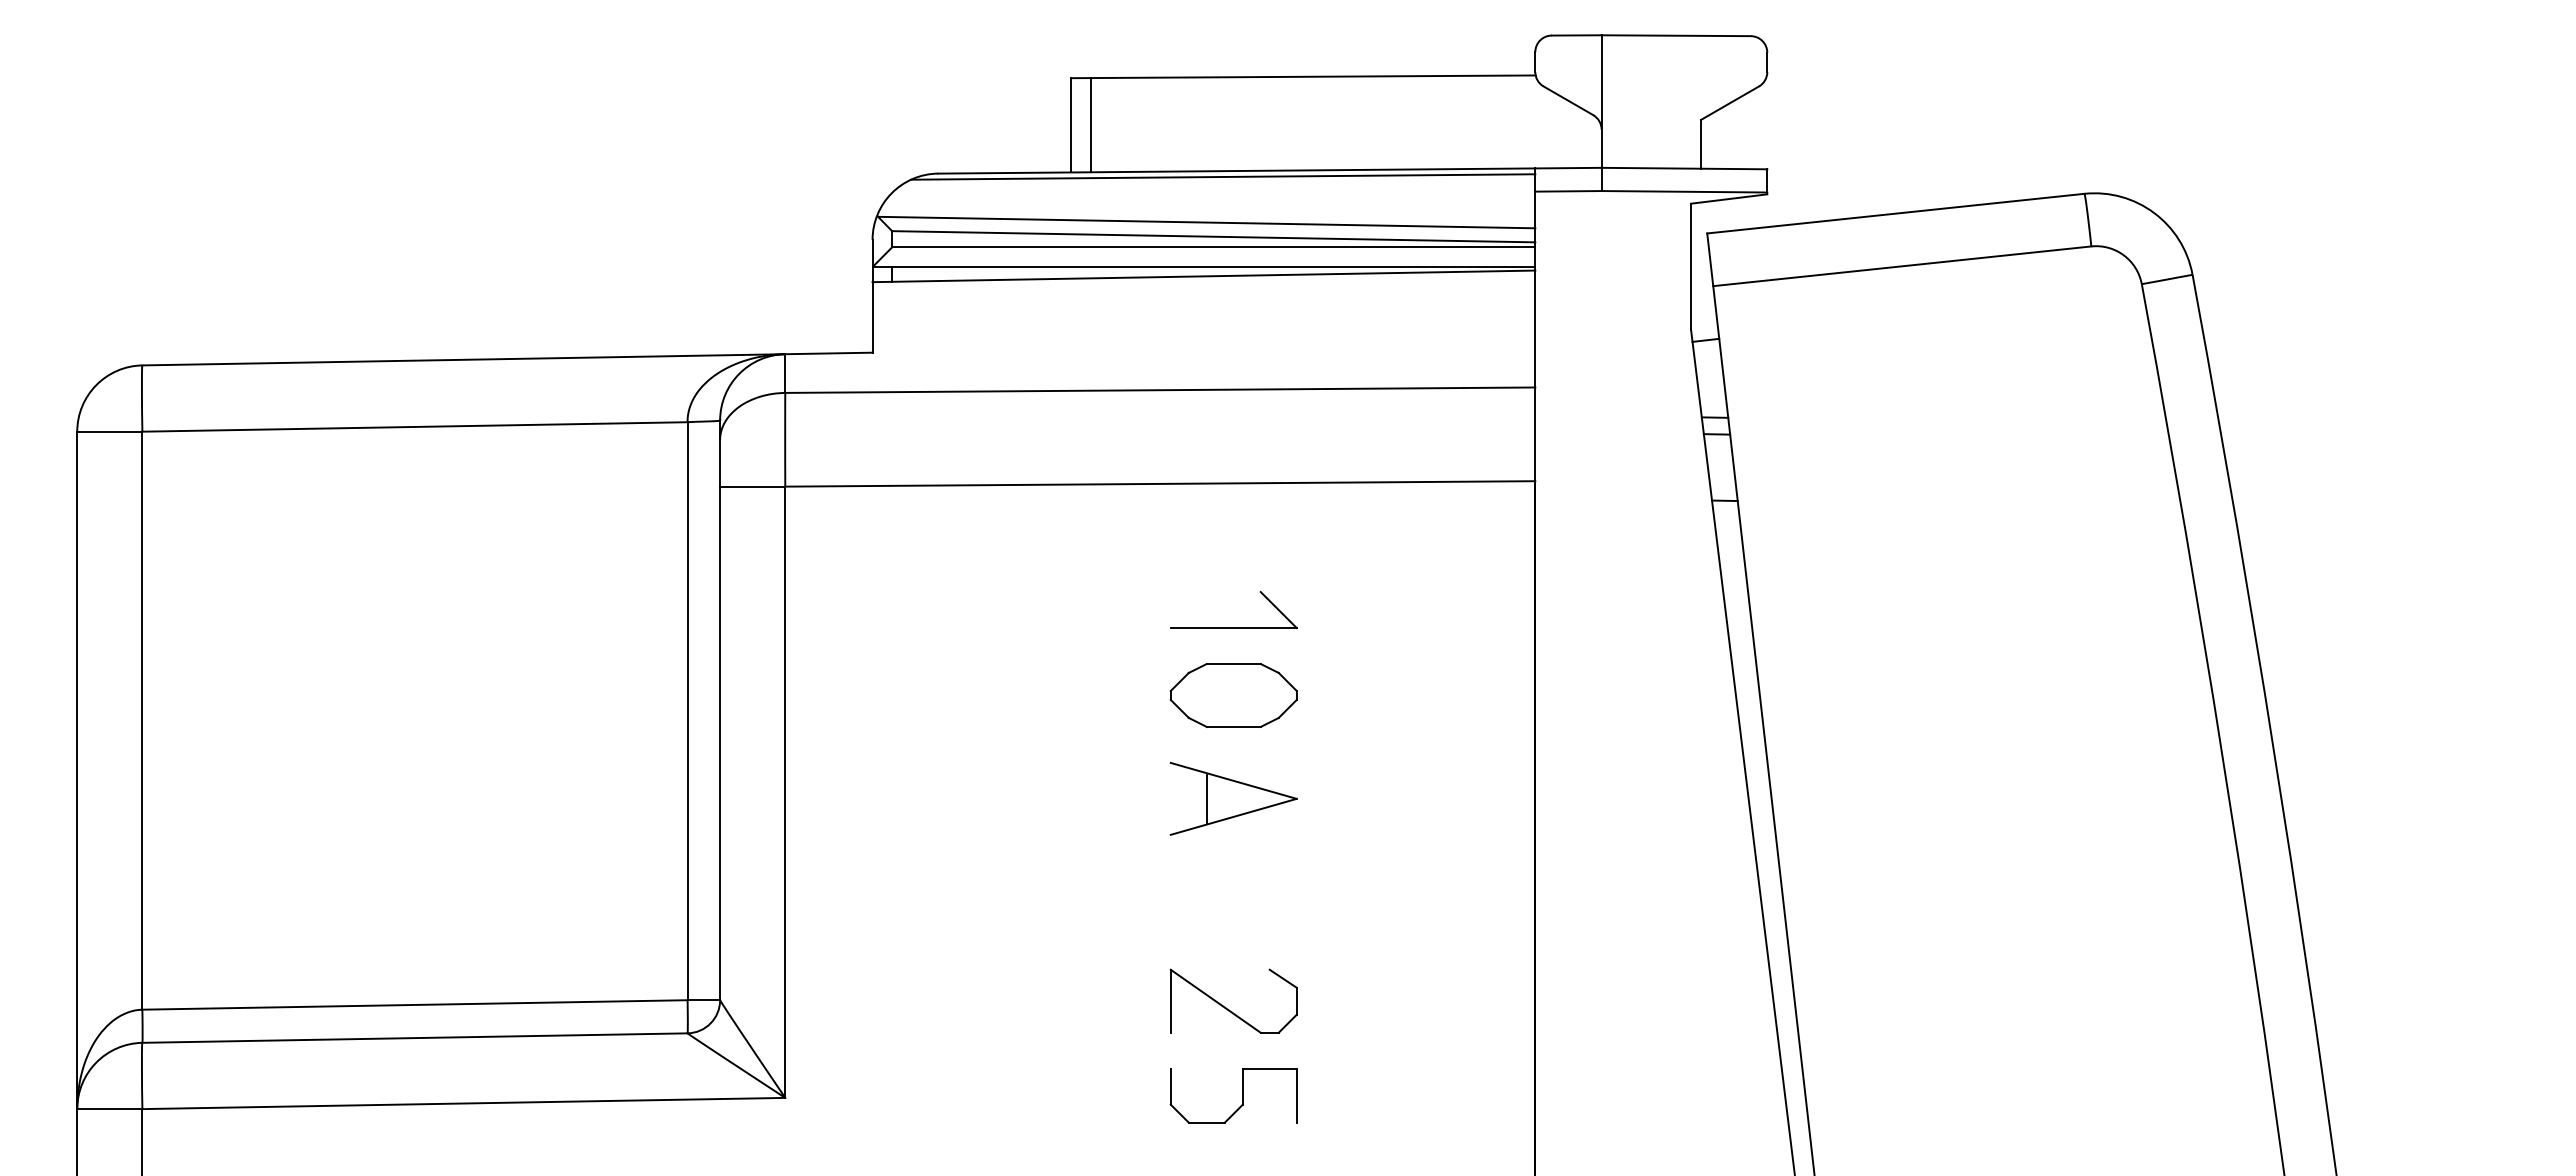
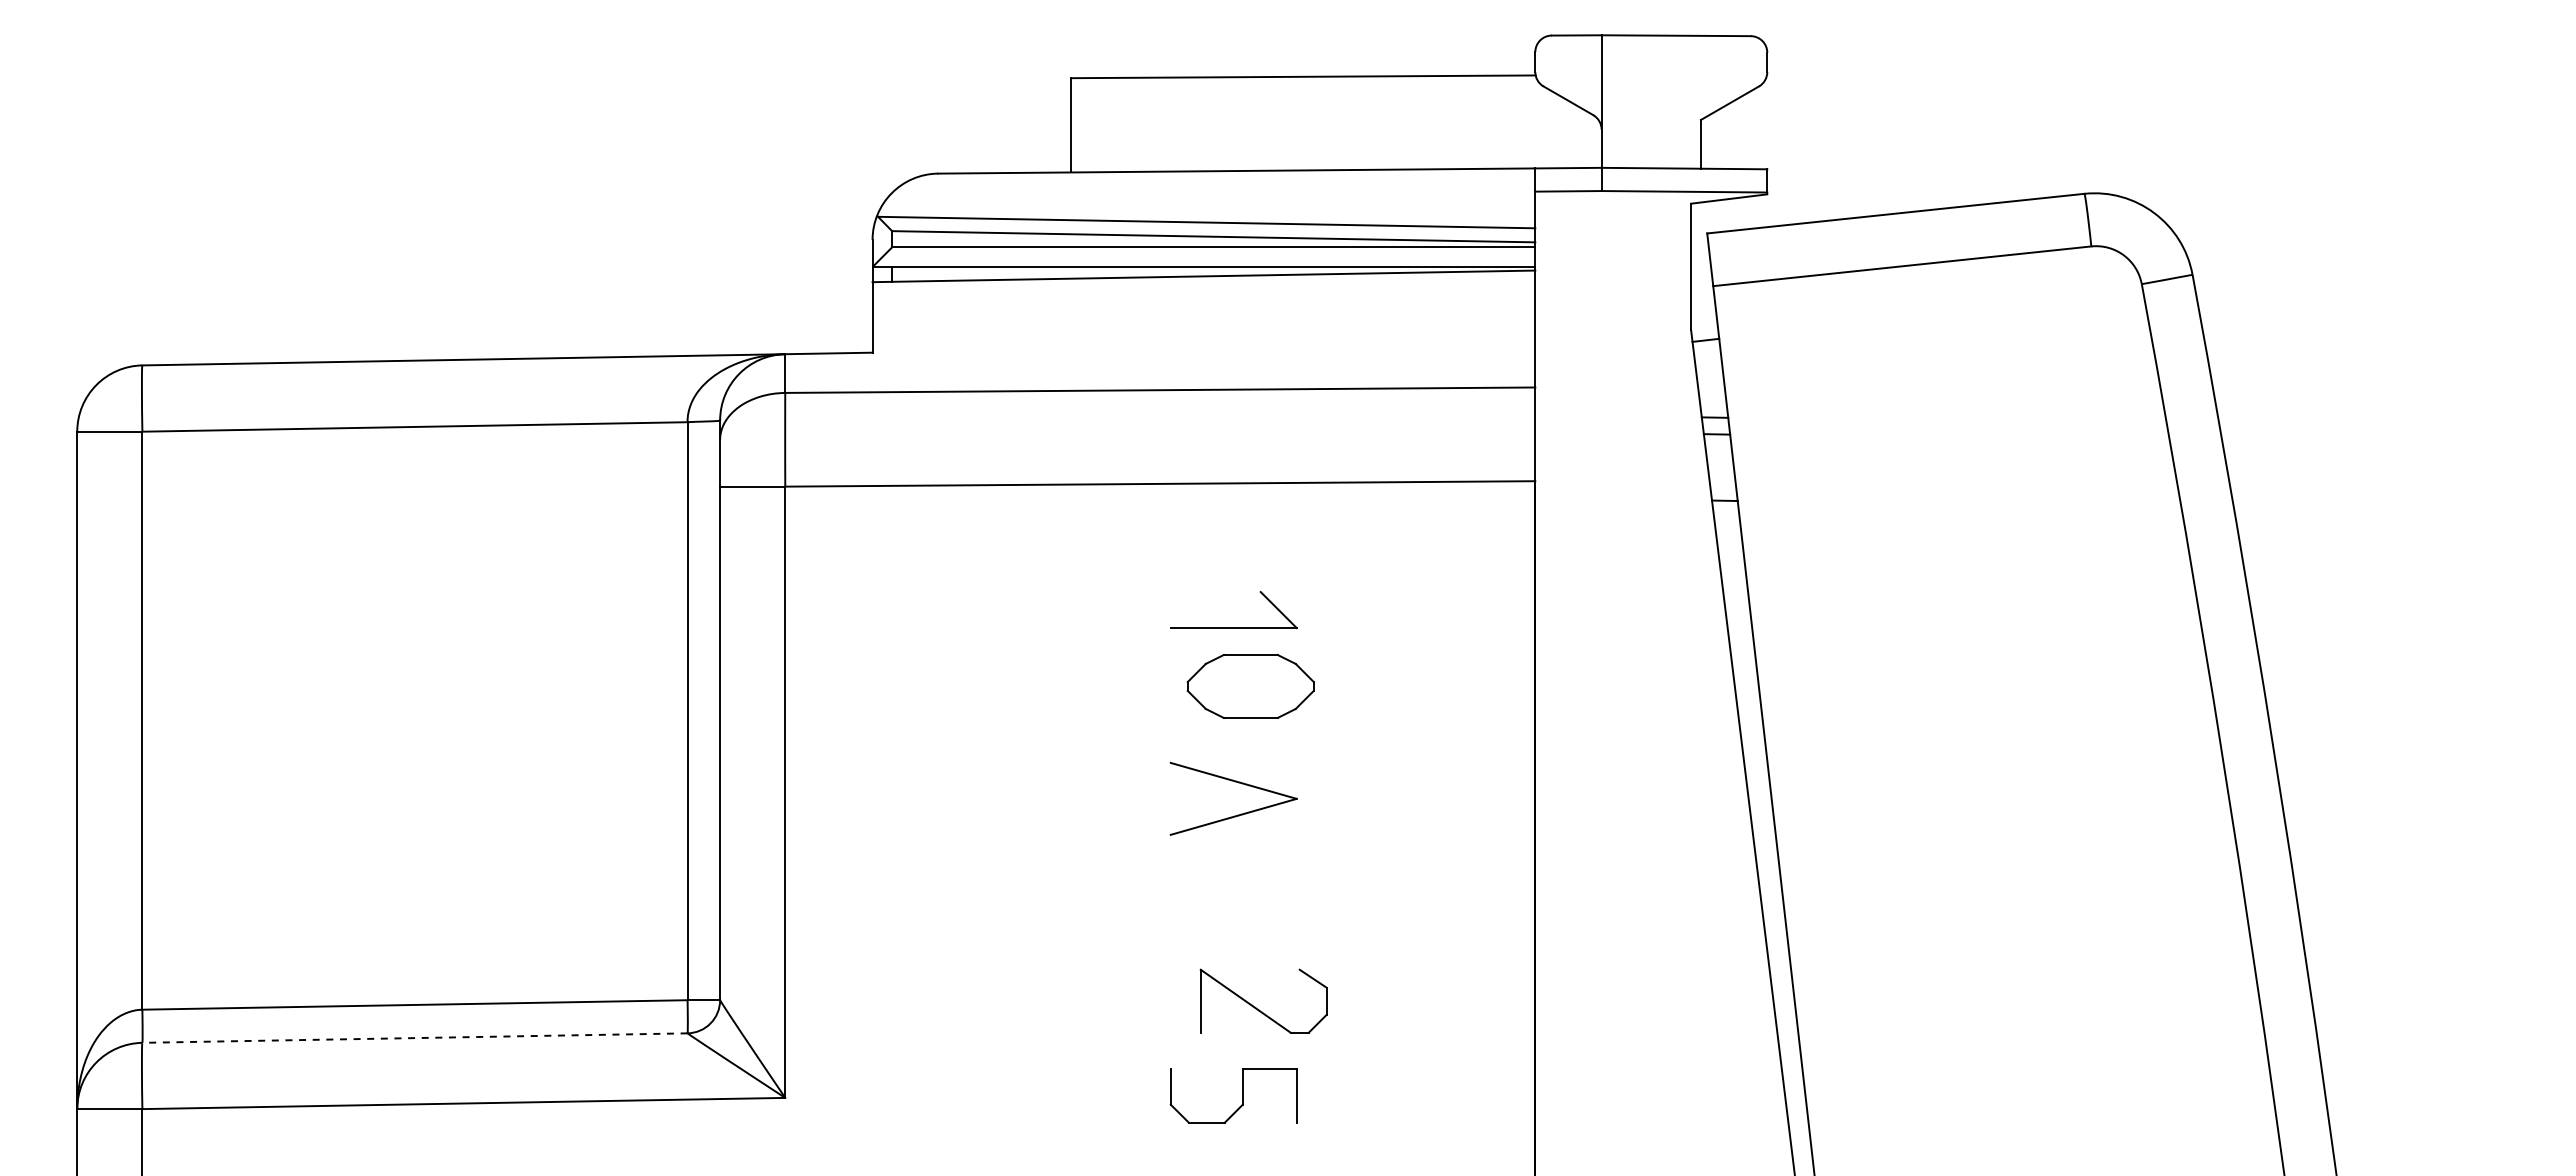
line at (1091, 125): present -> none
line at (1223, 176): present -> none
part at (1233, 695) position: (1233, 695) -> (1250, 686)
line at (1206, 798): present -> none
part at (1229, 1009) position: (1229, 1009) -> (1259, 1009)
line at (415, 1038): solid -> dashed
